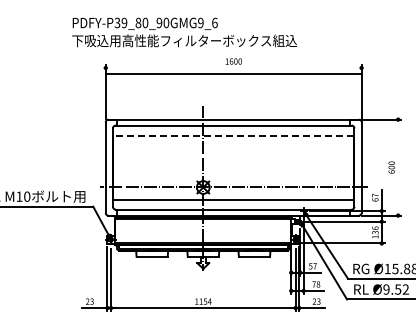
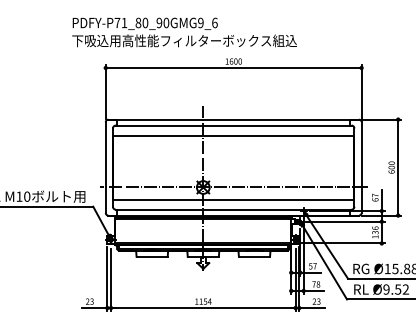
text at (120, 22): PDFY-P39_80_90GMG9_6 -> PDFY-P71_80_90GMG9_6
line at (233, 74) position: (233, 74) -> (233, 68)
line at (233, 135): dashed -> solid
line at (398, 167): none -> present
